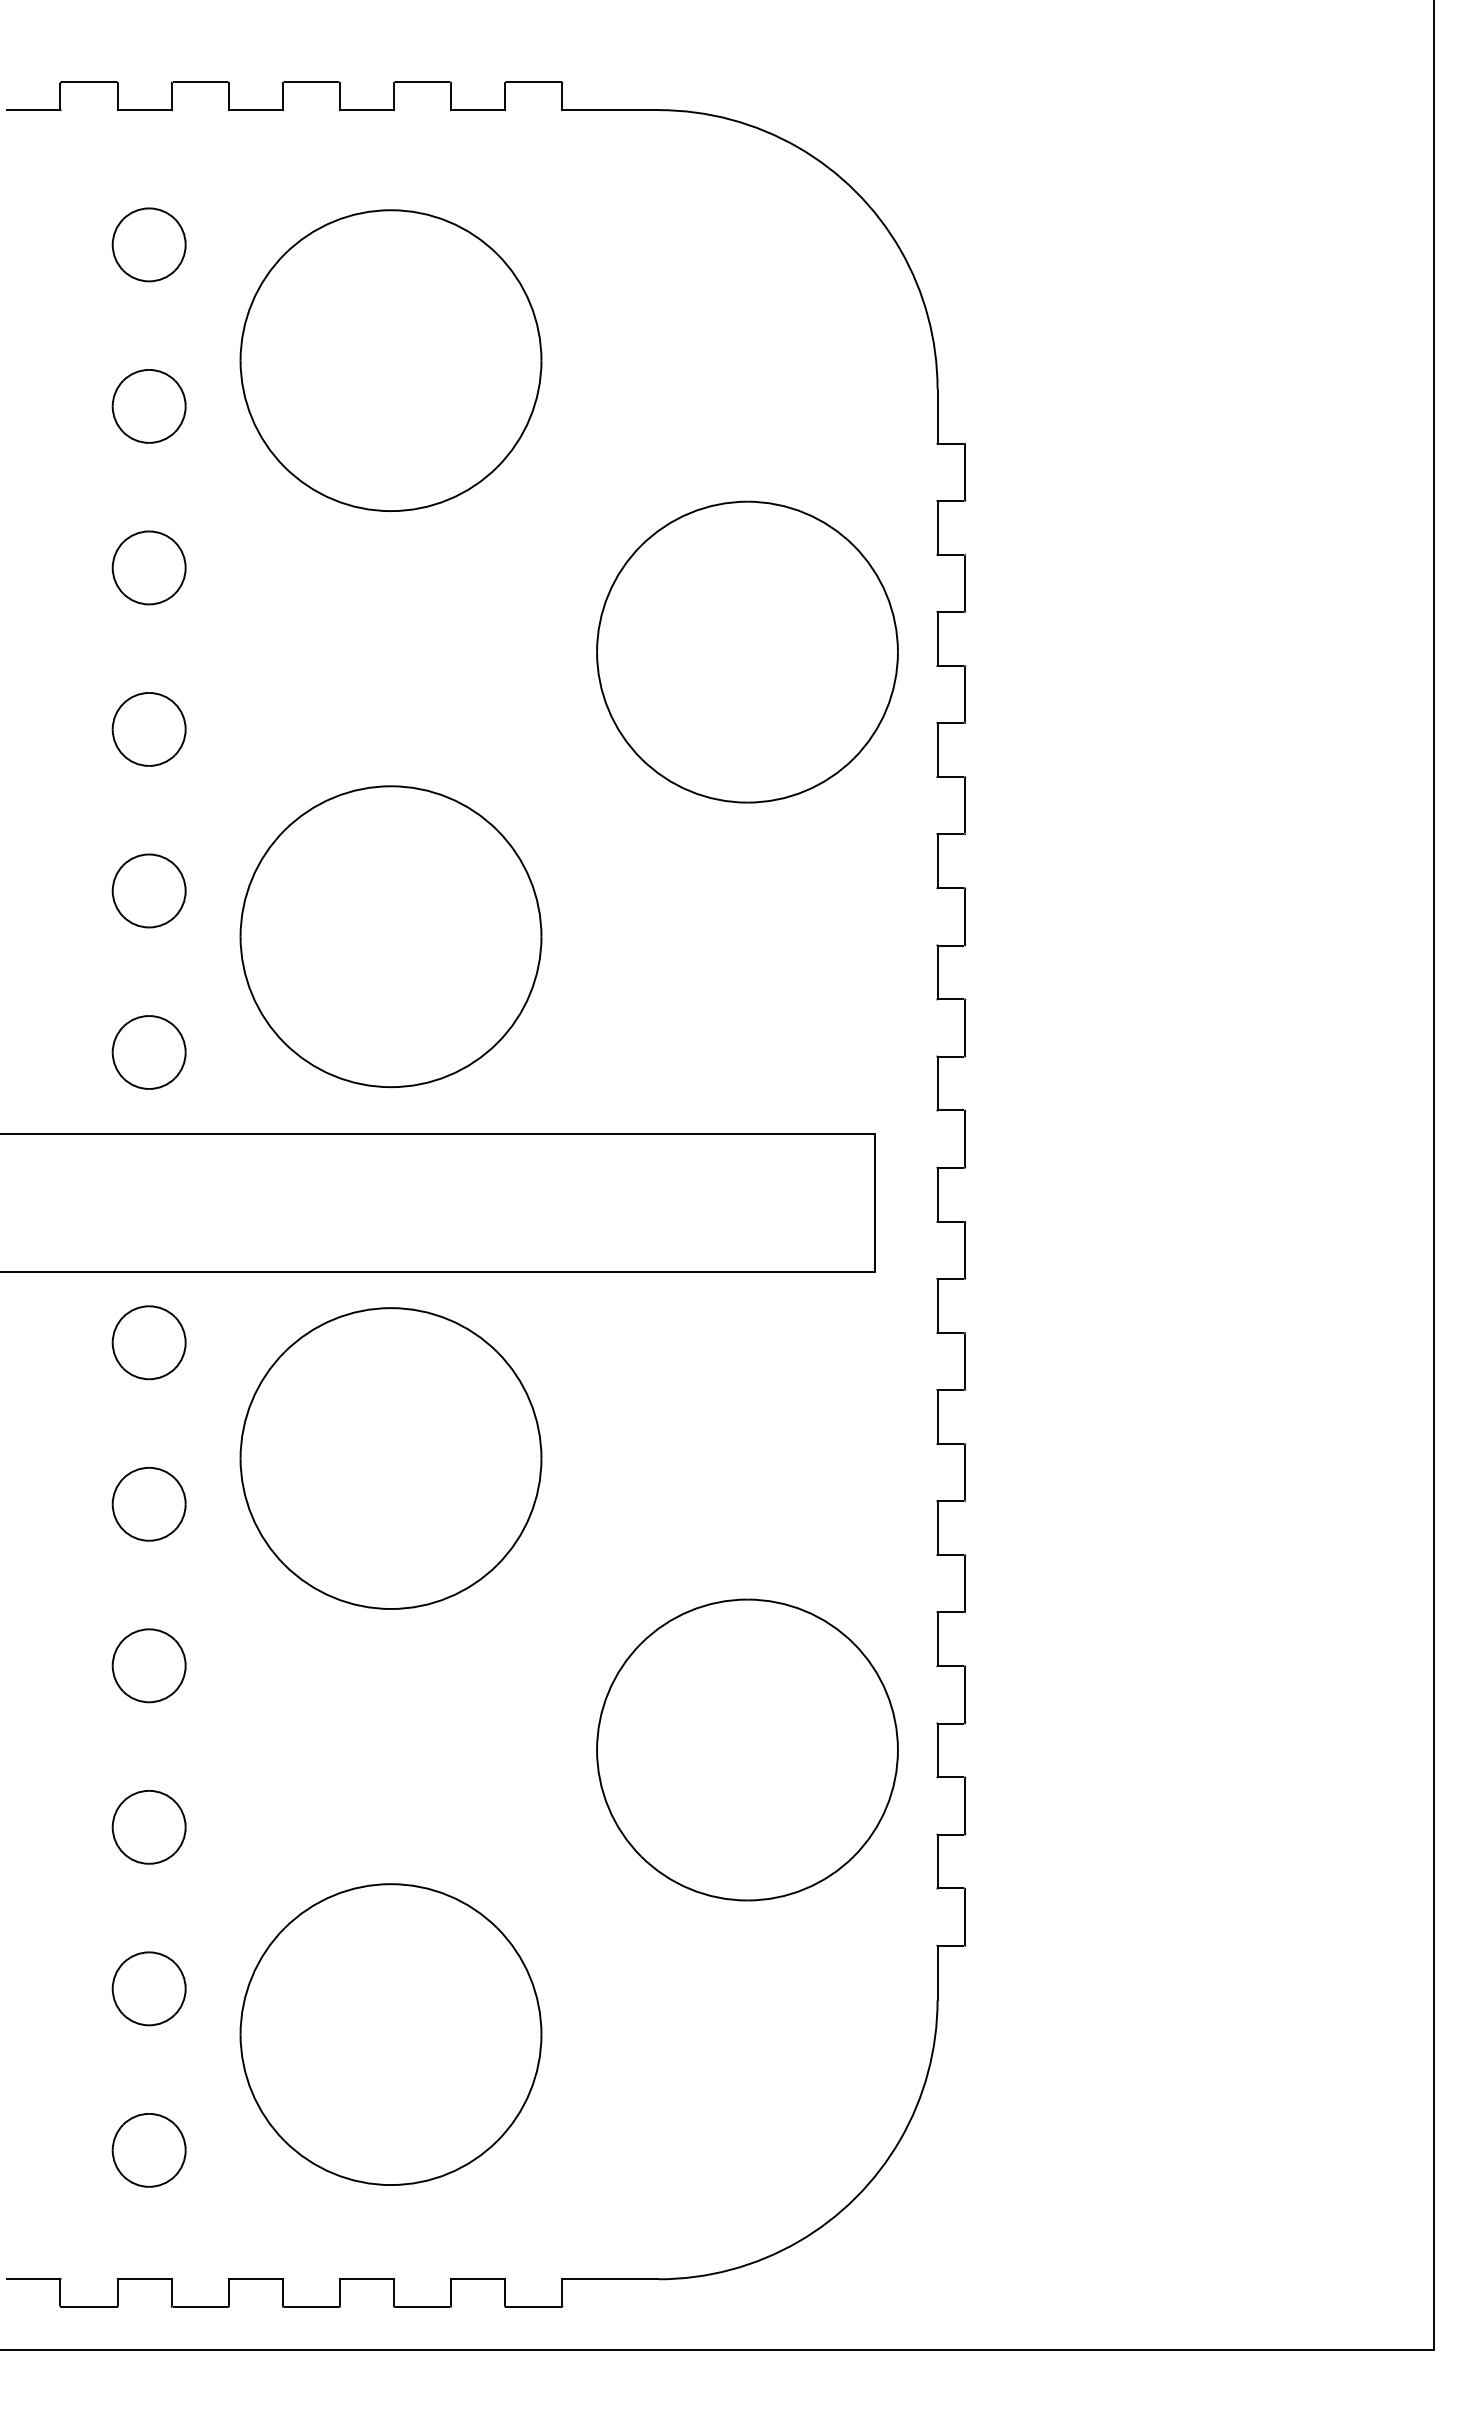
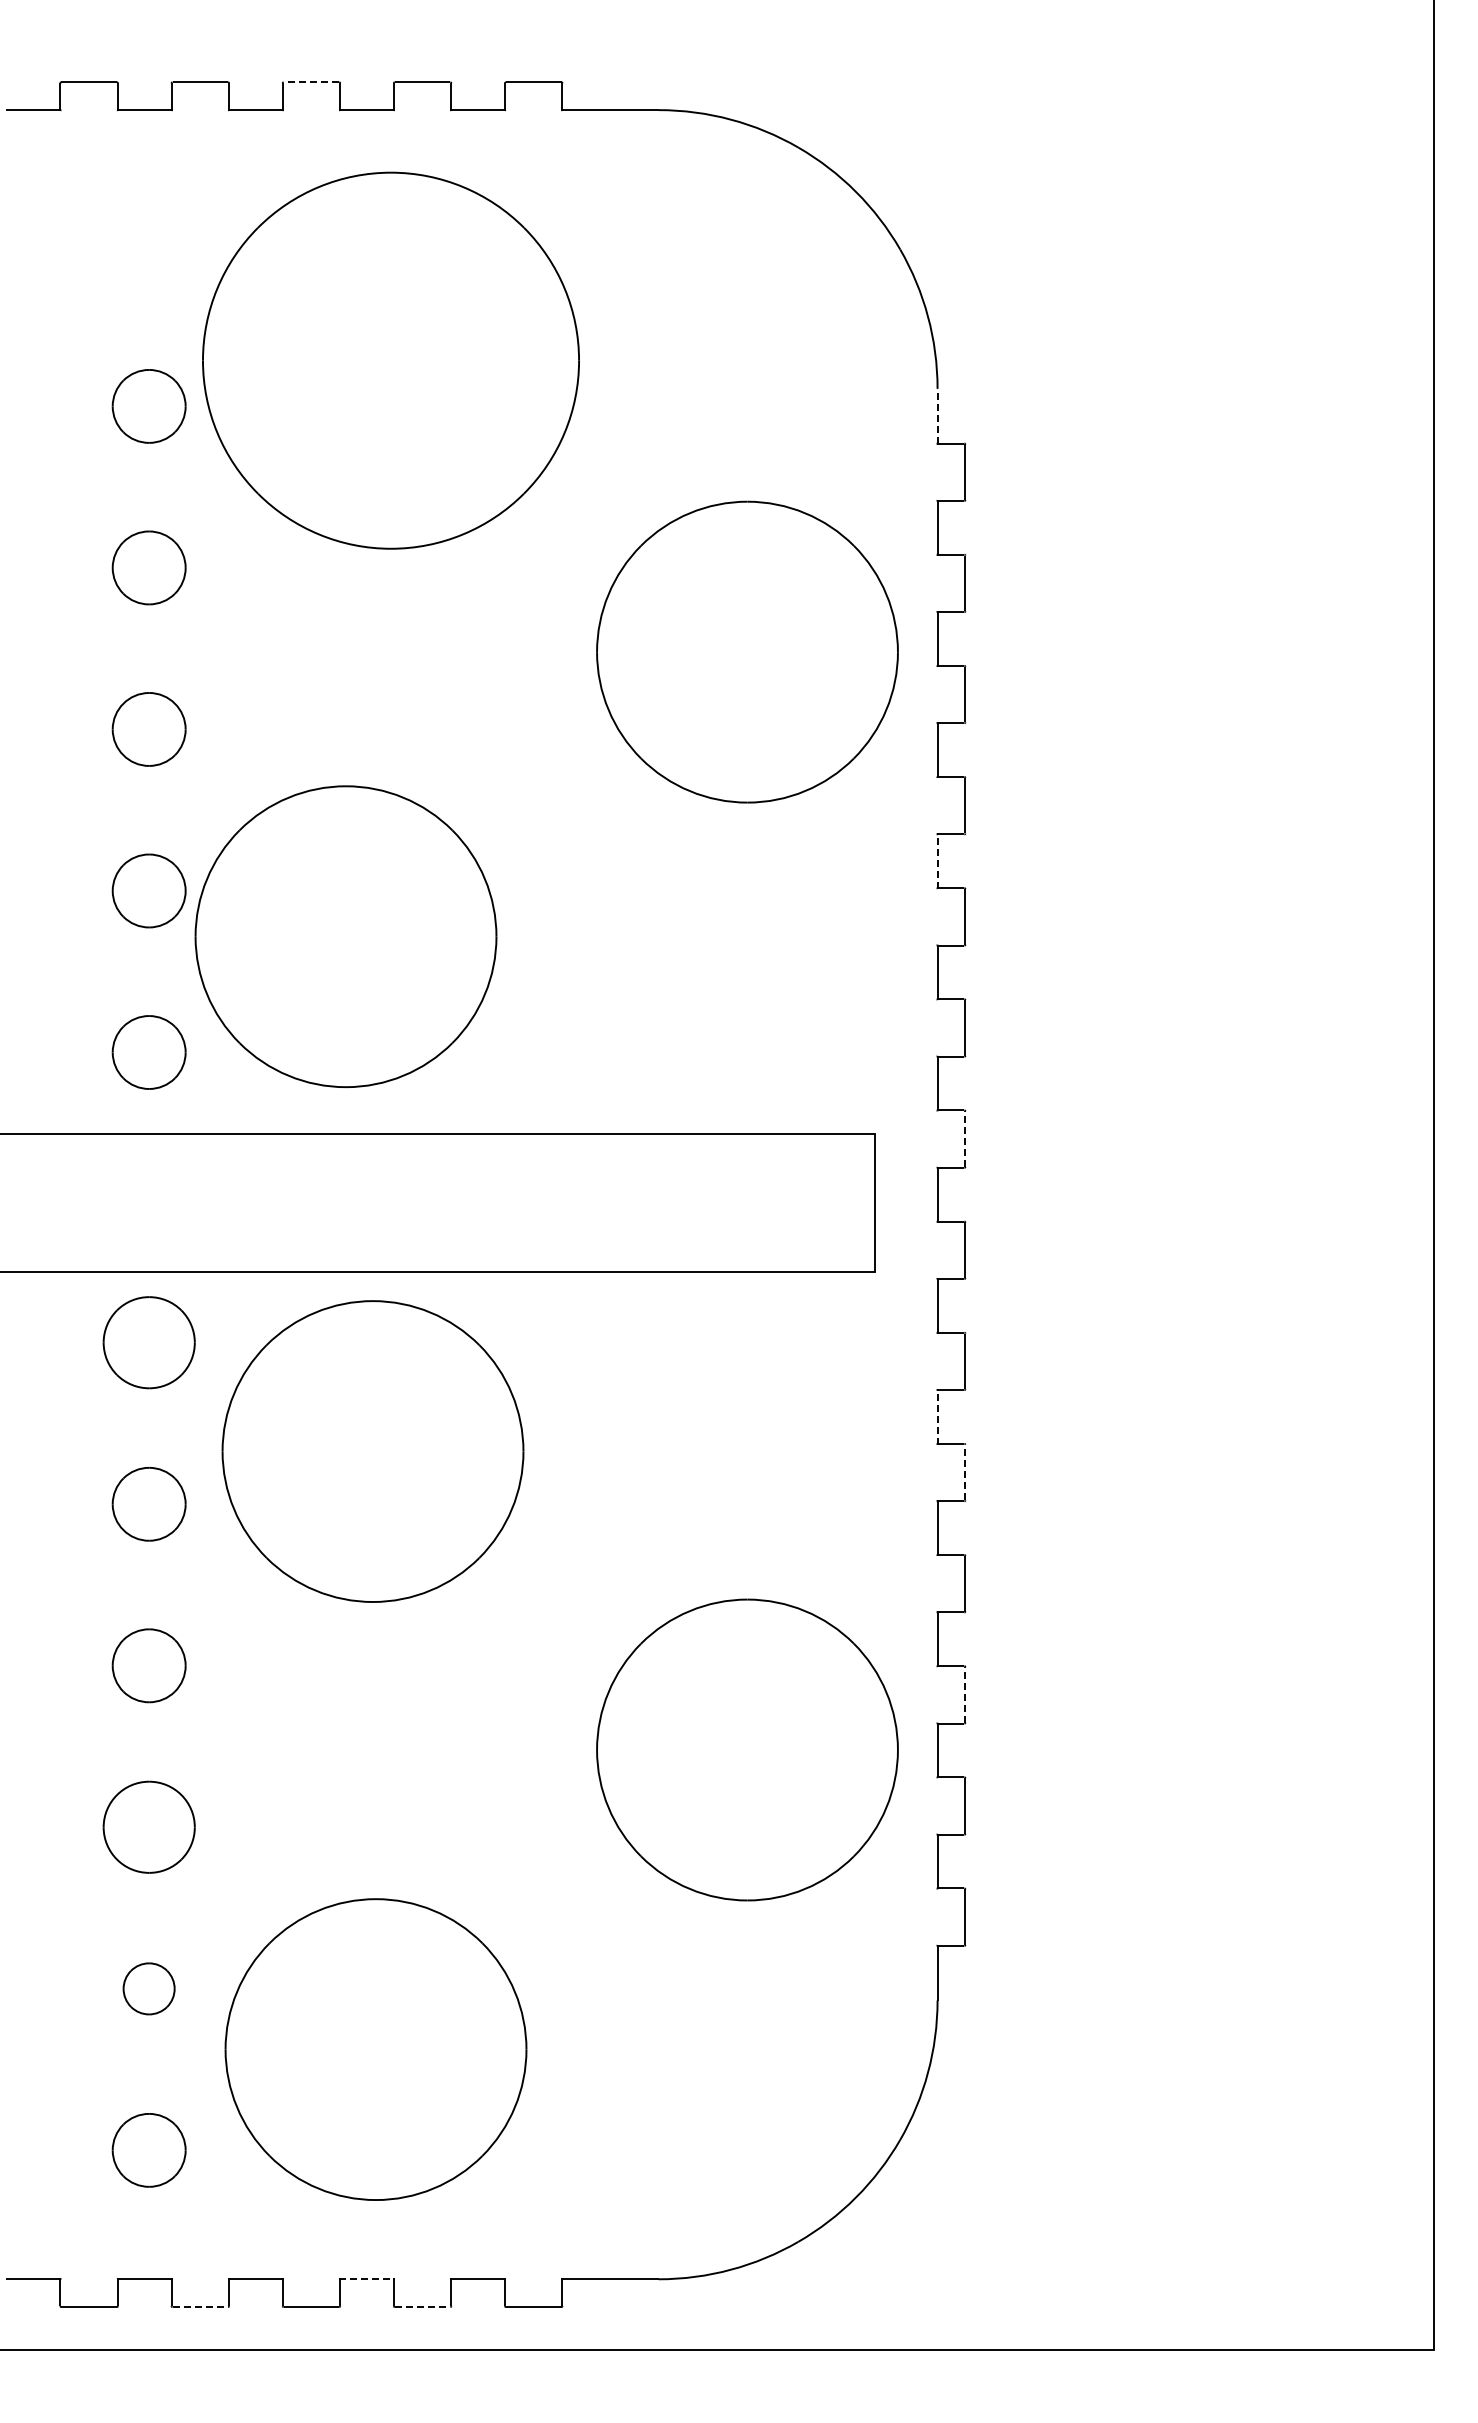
line at (311, 82): solid -> dashed
part at (148, 244): present -> none
part at (390, 360) size: 304x303 px -> 378x379 px
line at (937, 416): solid -> dashed
line at (937, 861): solid -> dashed
part at (390, 936) position: (390, 936) -> (345, 936)
line at (965, 1139): solid -> dashed
part at (148, 1342) size: 76x76 px -> 94x94 px
line at (937, 1417): solid -> dashed
part at (390, 1458) position: (390, 1458) -> (372, 1451)
line at (965, 1472): solid -> dashed
line at (965, 1694): solid -> dashed
part at (148, 1827) size: 76x75 px -> 94x94 px
part at (148, 1988) size: 76x76 px -> 54x54 px
part at (390, 2034) position: (390, 2034) -> (375, 2049)
line at (367, 2279): solid -> dashed
line at (200, 2307): solid -> dashed
line at (422, 2307): solid -> dashed
